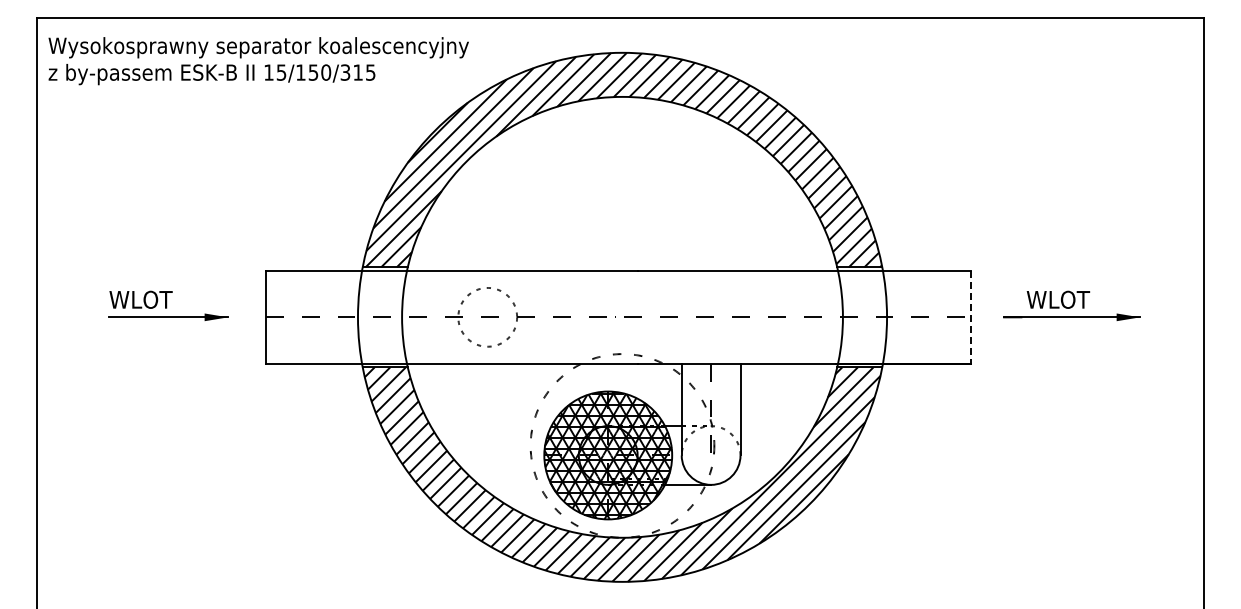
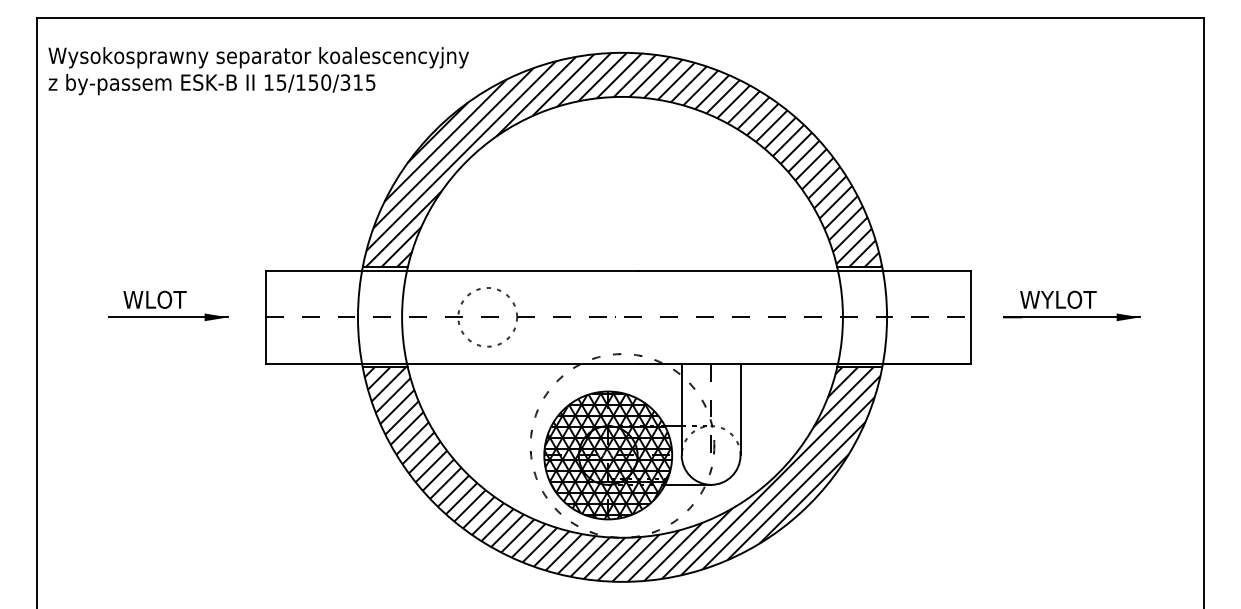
text at (258, 61) position: (258, 61) -> (258, 71)
text at (140, 299) position: (140, 299) -> (154, 299)
text at (1058, 299): WLOT -> WYLOT
line at (971, 317): dashed -> solid
